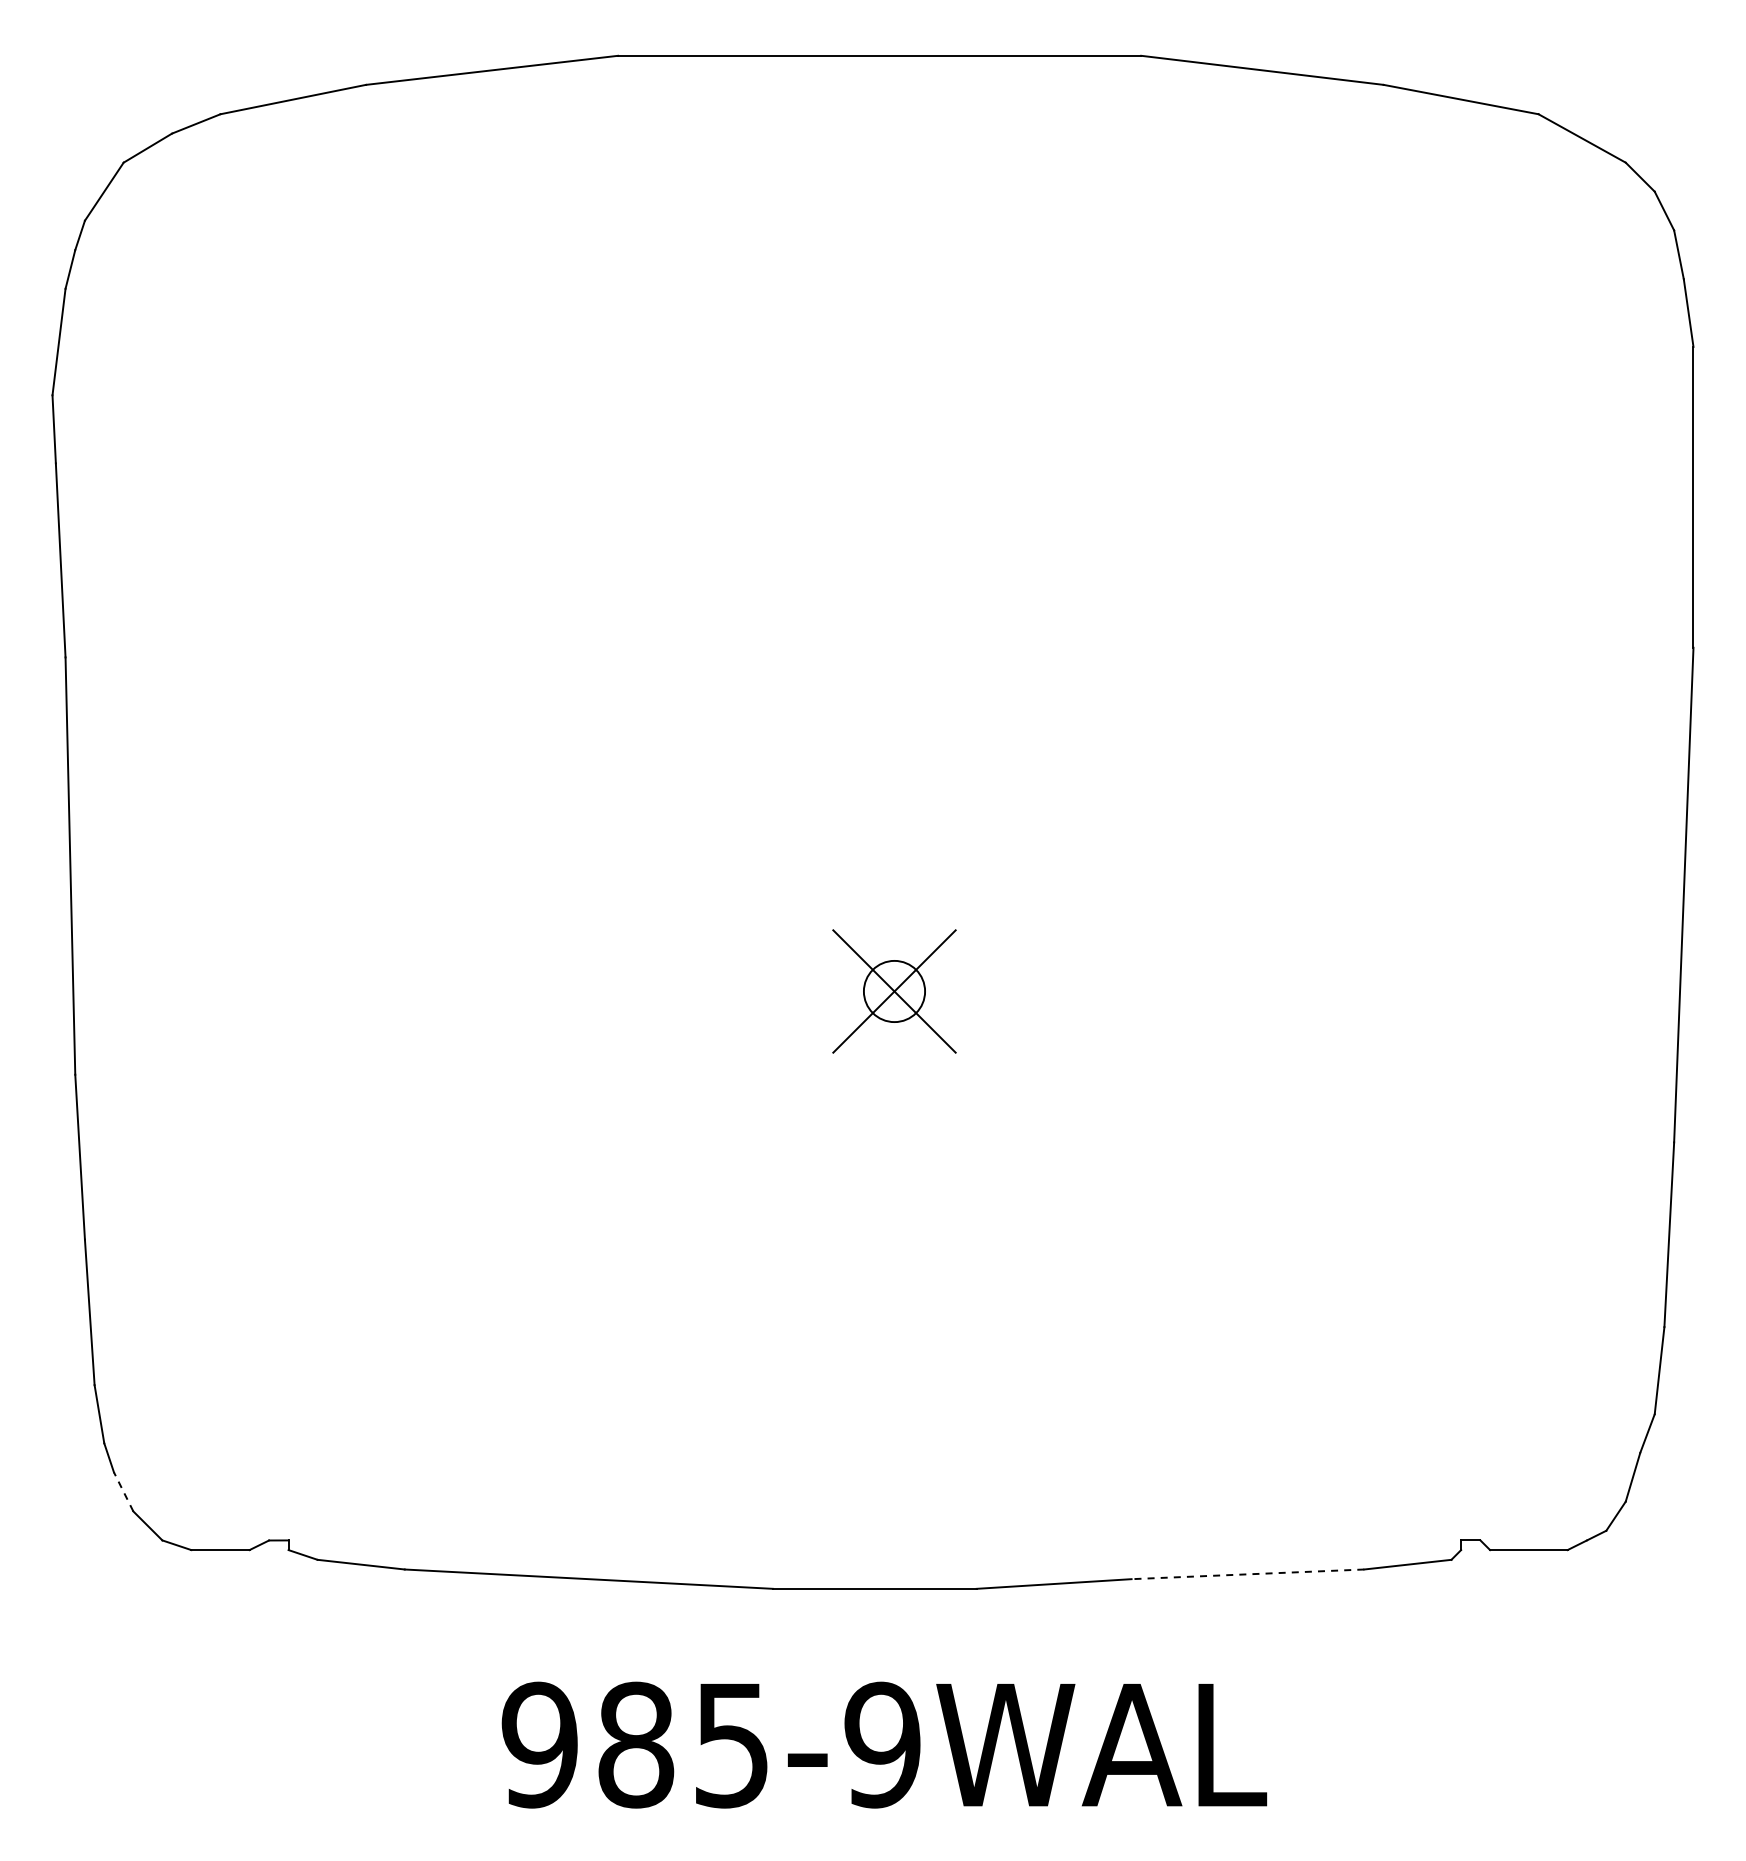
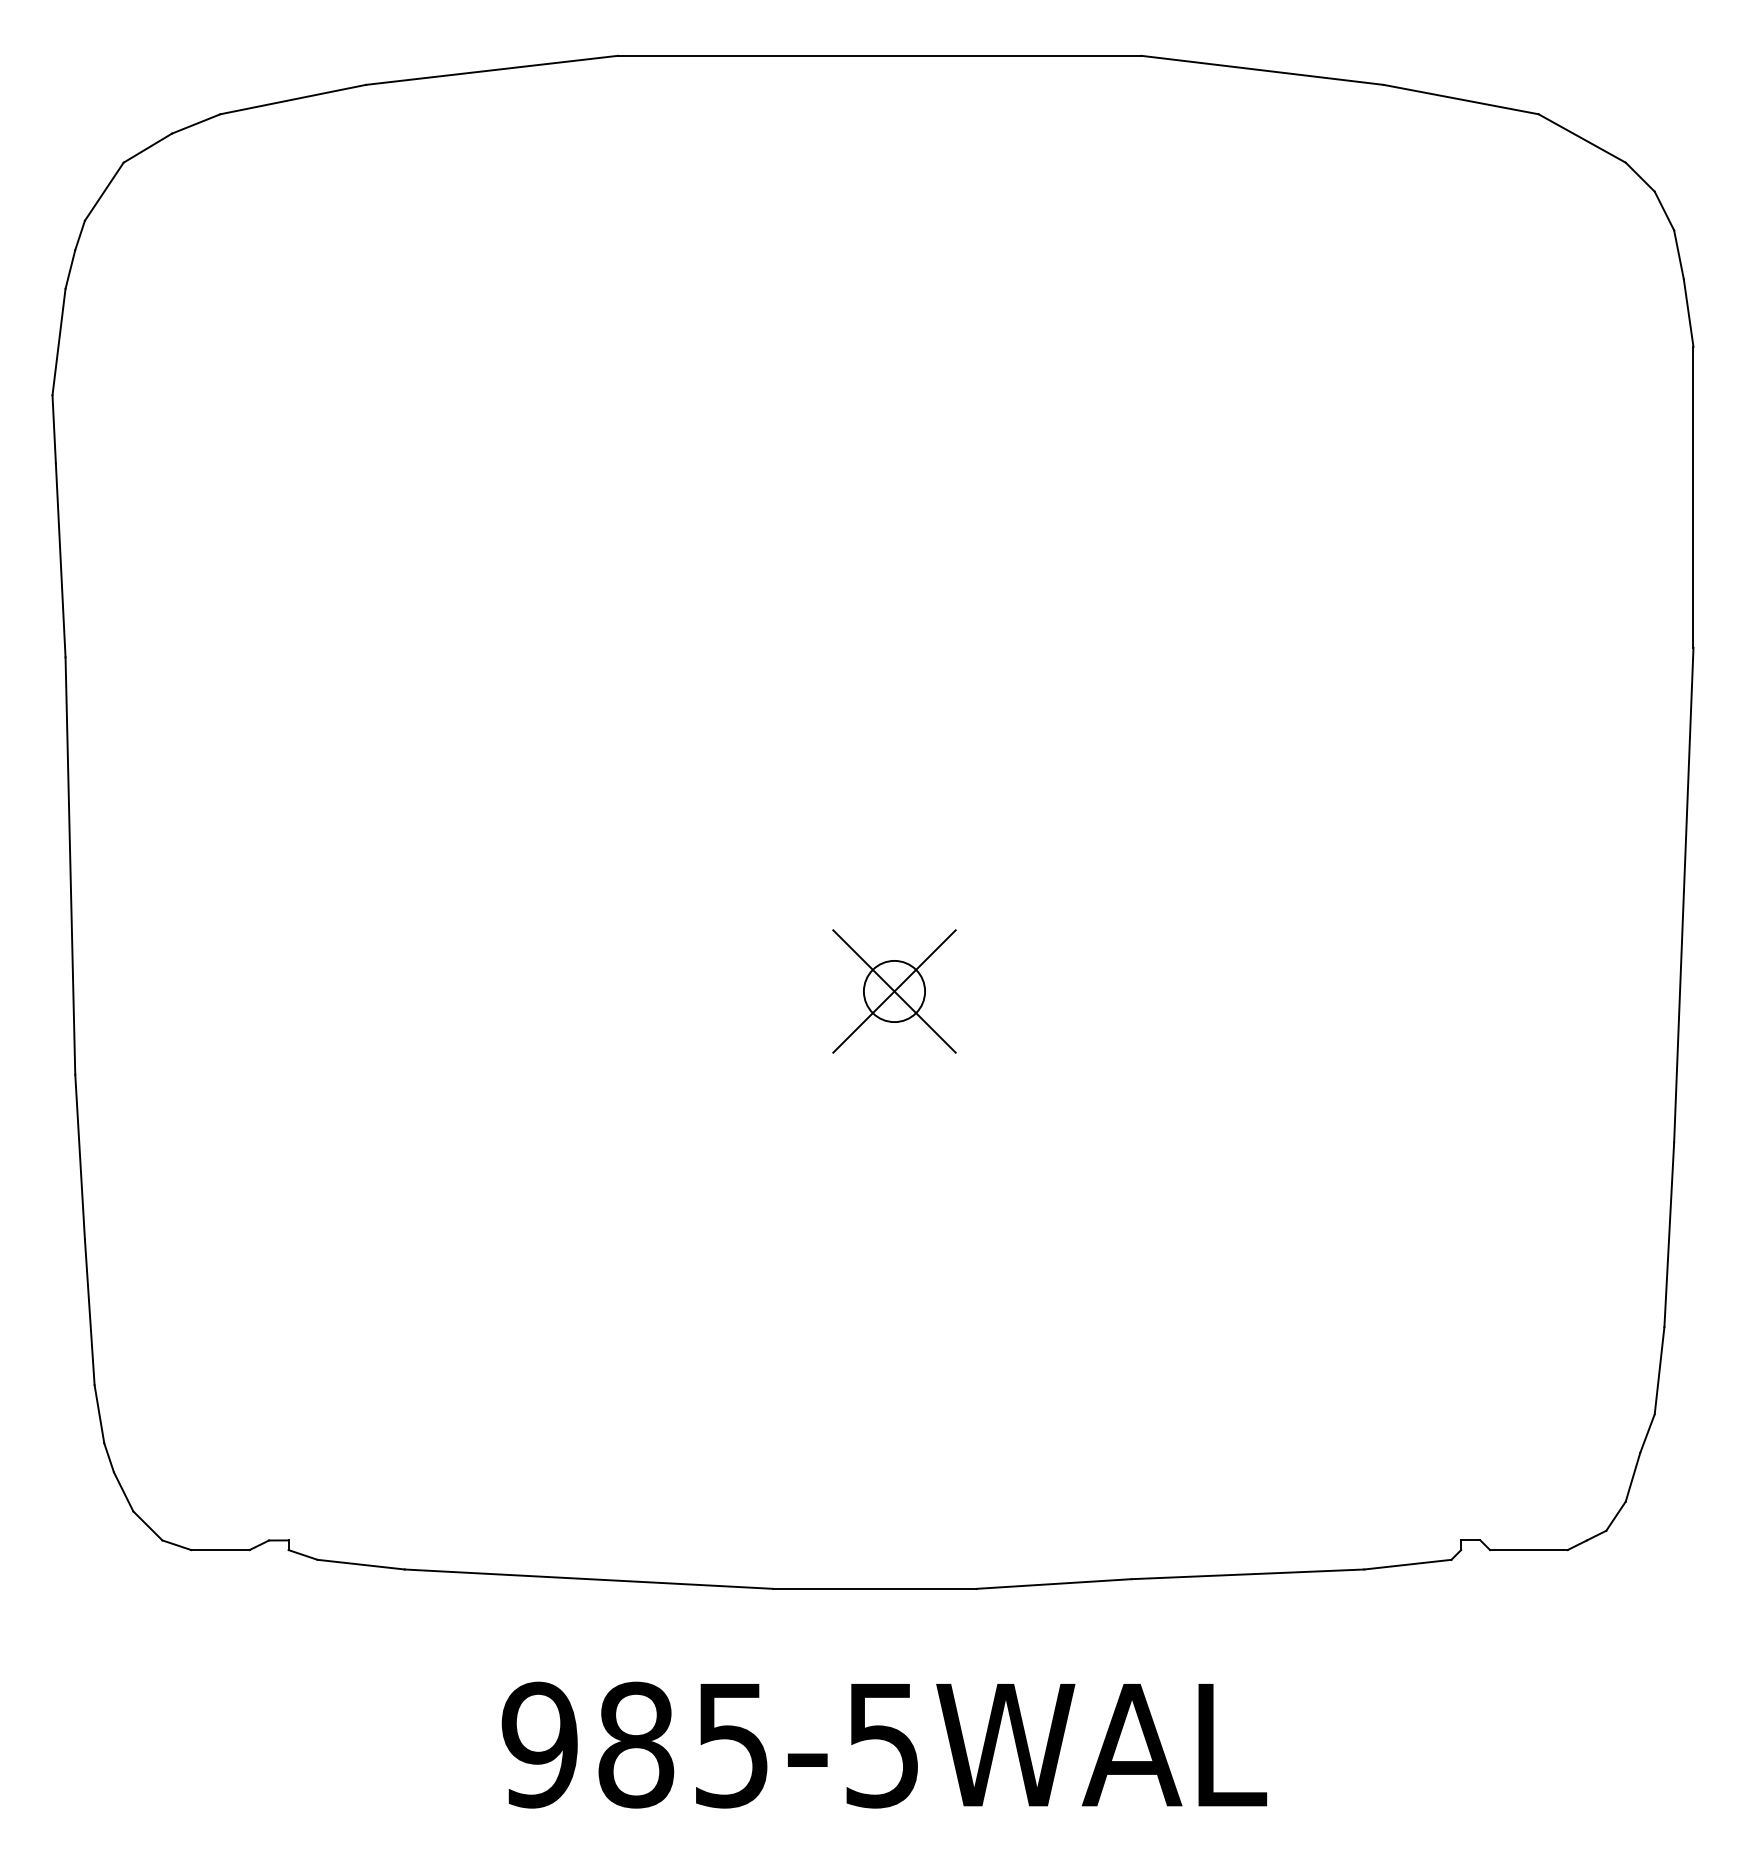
line at (123, 1491): dashed -> solid
line at (1247, 1574): dashed -> solid
text at (882, 1744): 985-9WAL -> 985-5WAL
